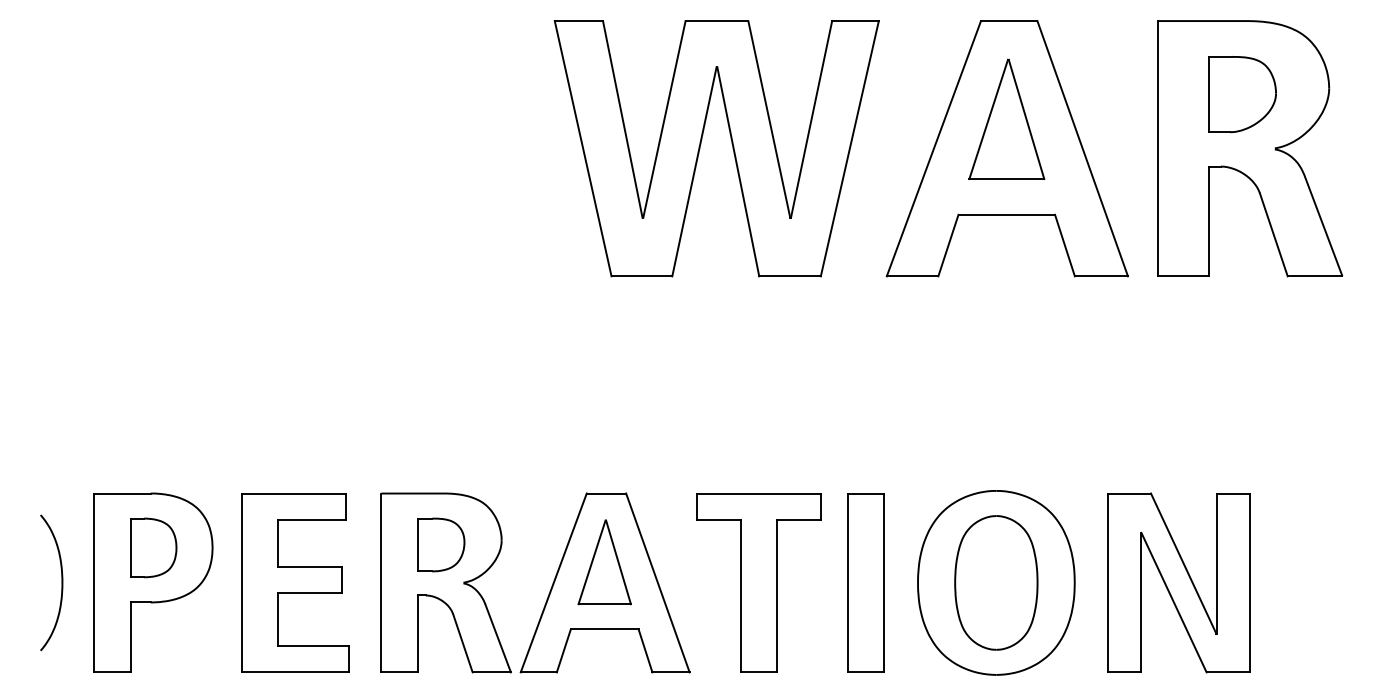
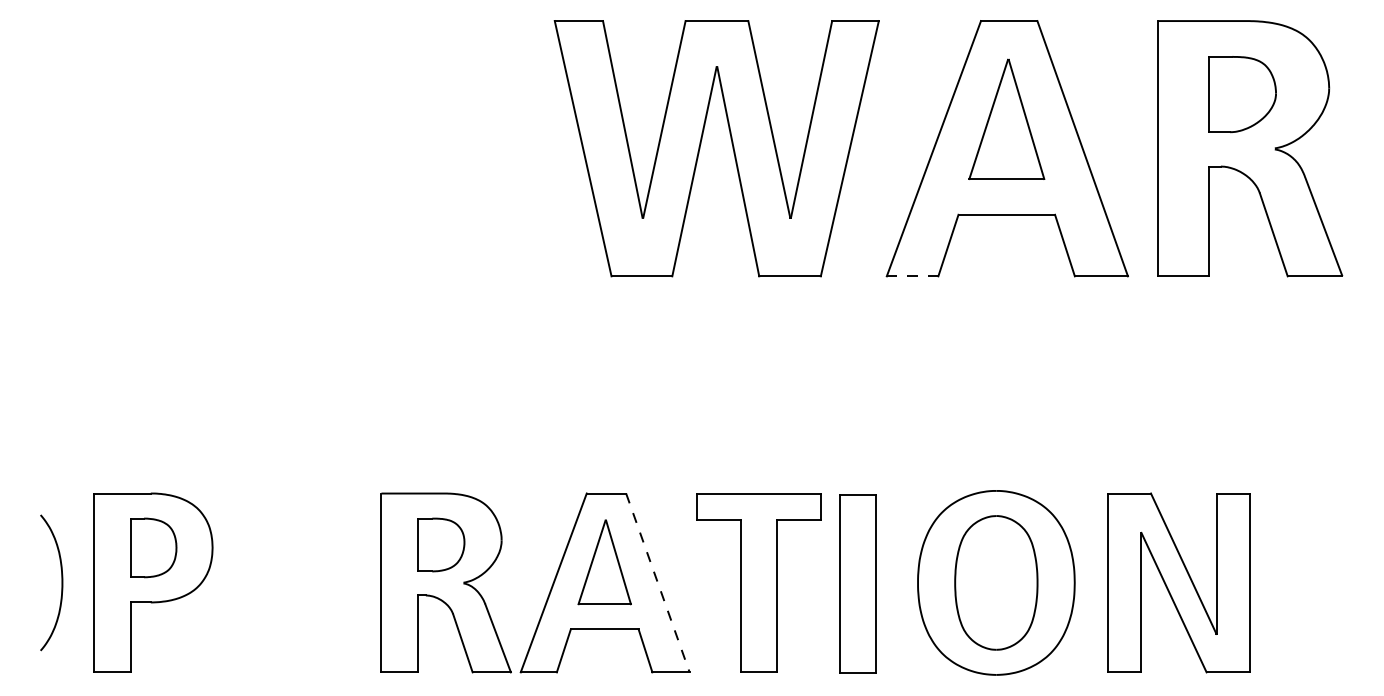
line at (912, 276): solid -> dashed
part at (295, 582): present -> none
line at (657, 582): solid -> dashed
part at (865, 582) position: (865, 582) -> (857, 583)
